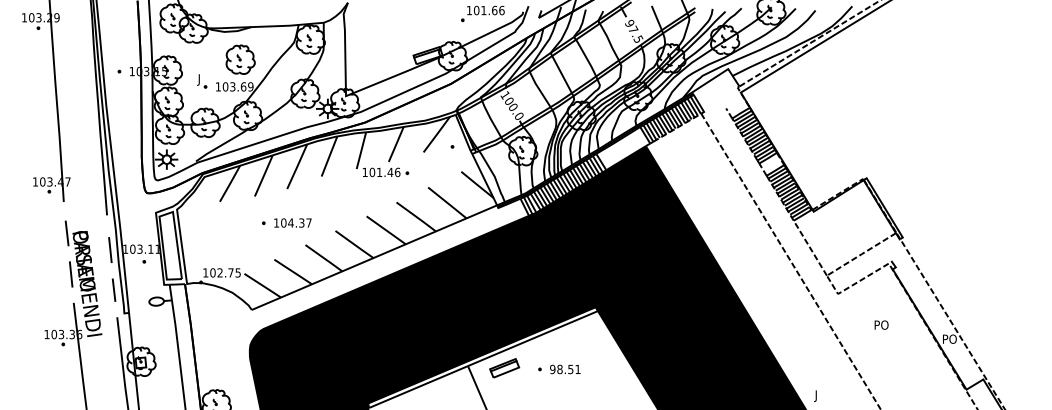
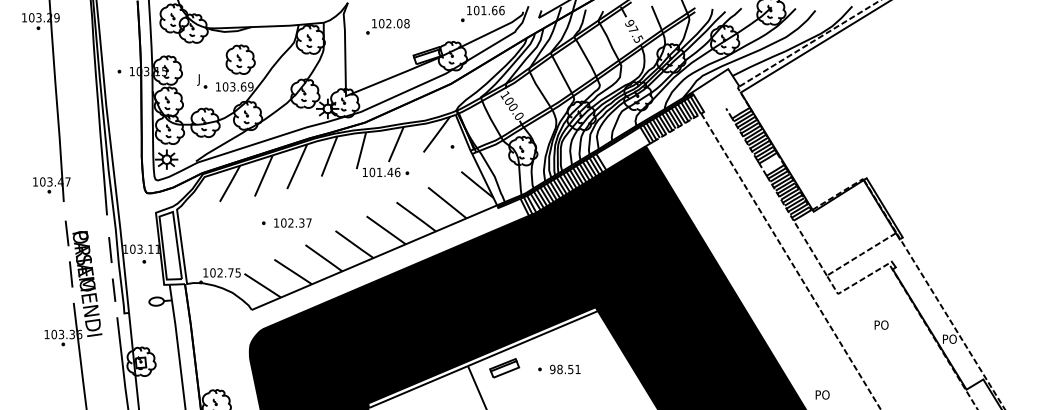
part at (387, 26): none -> present
text at (290, 222): 104.37 -> 102.37
text at (821, 395): J -> PO
